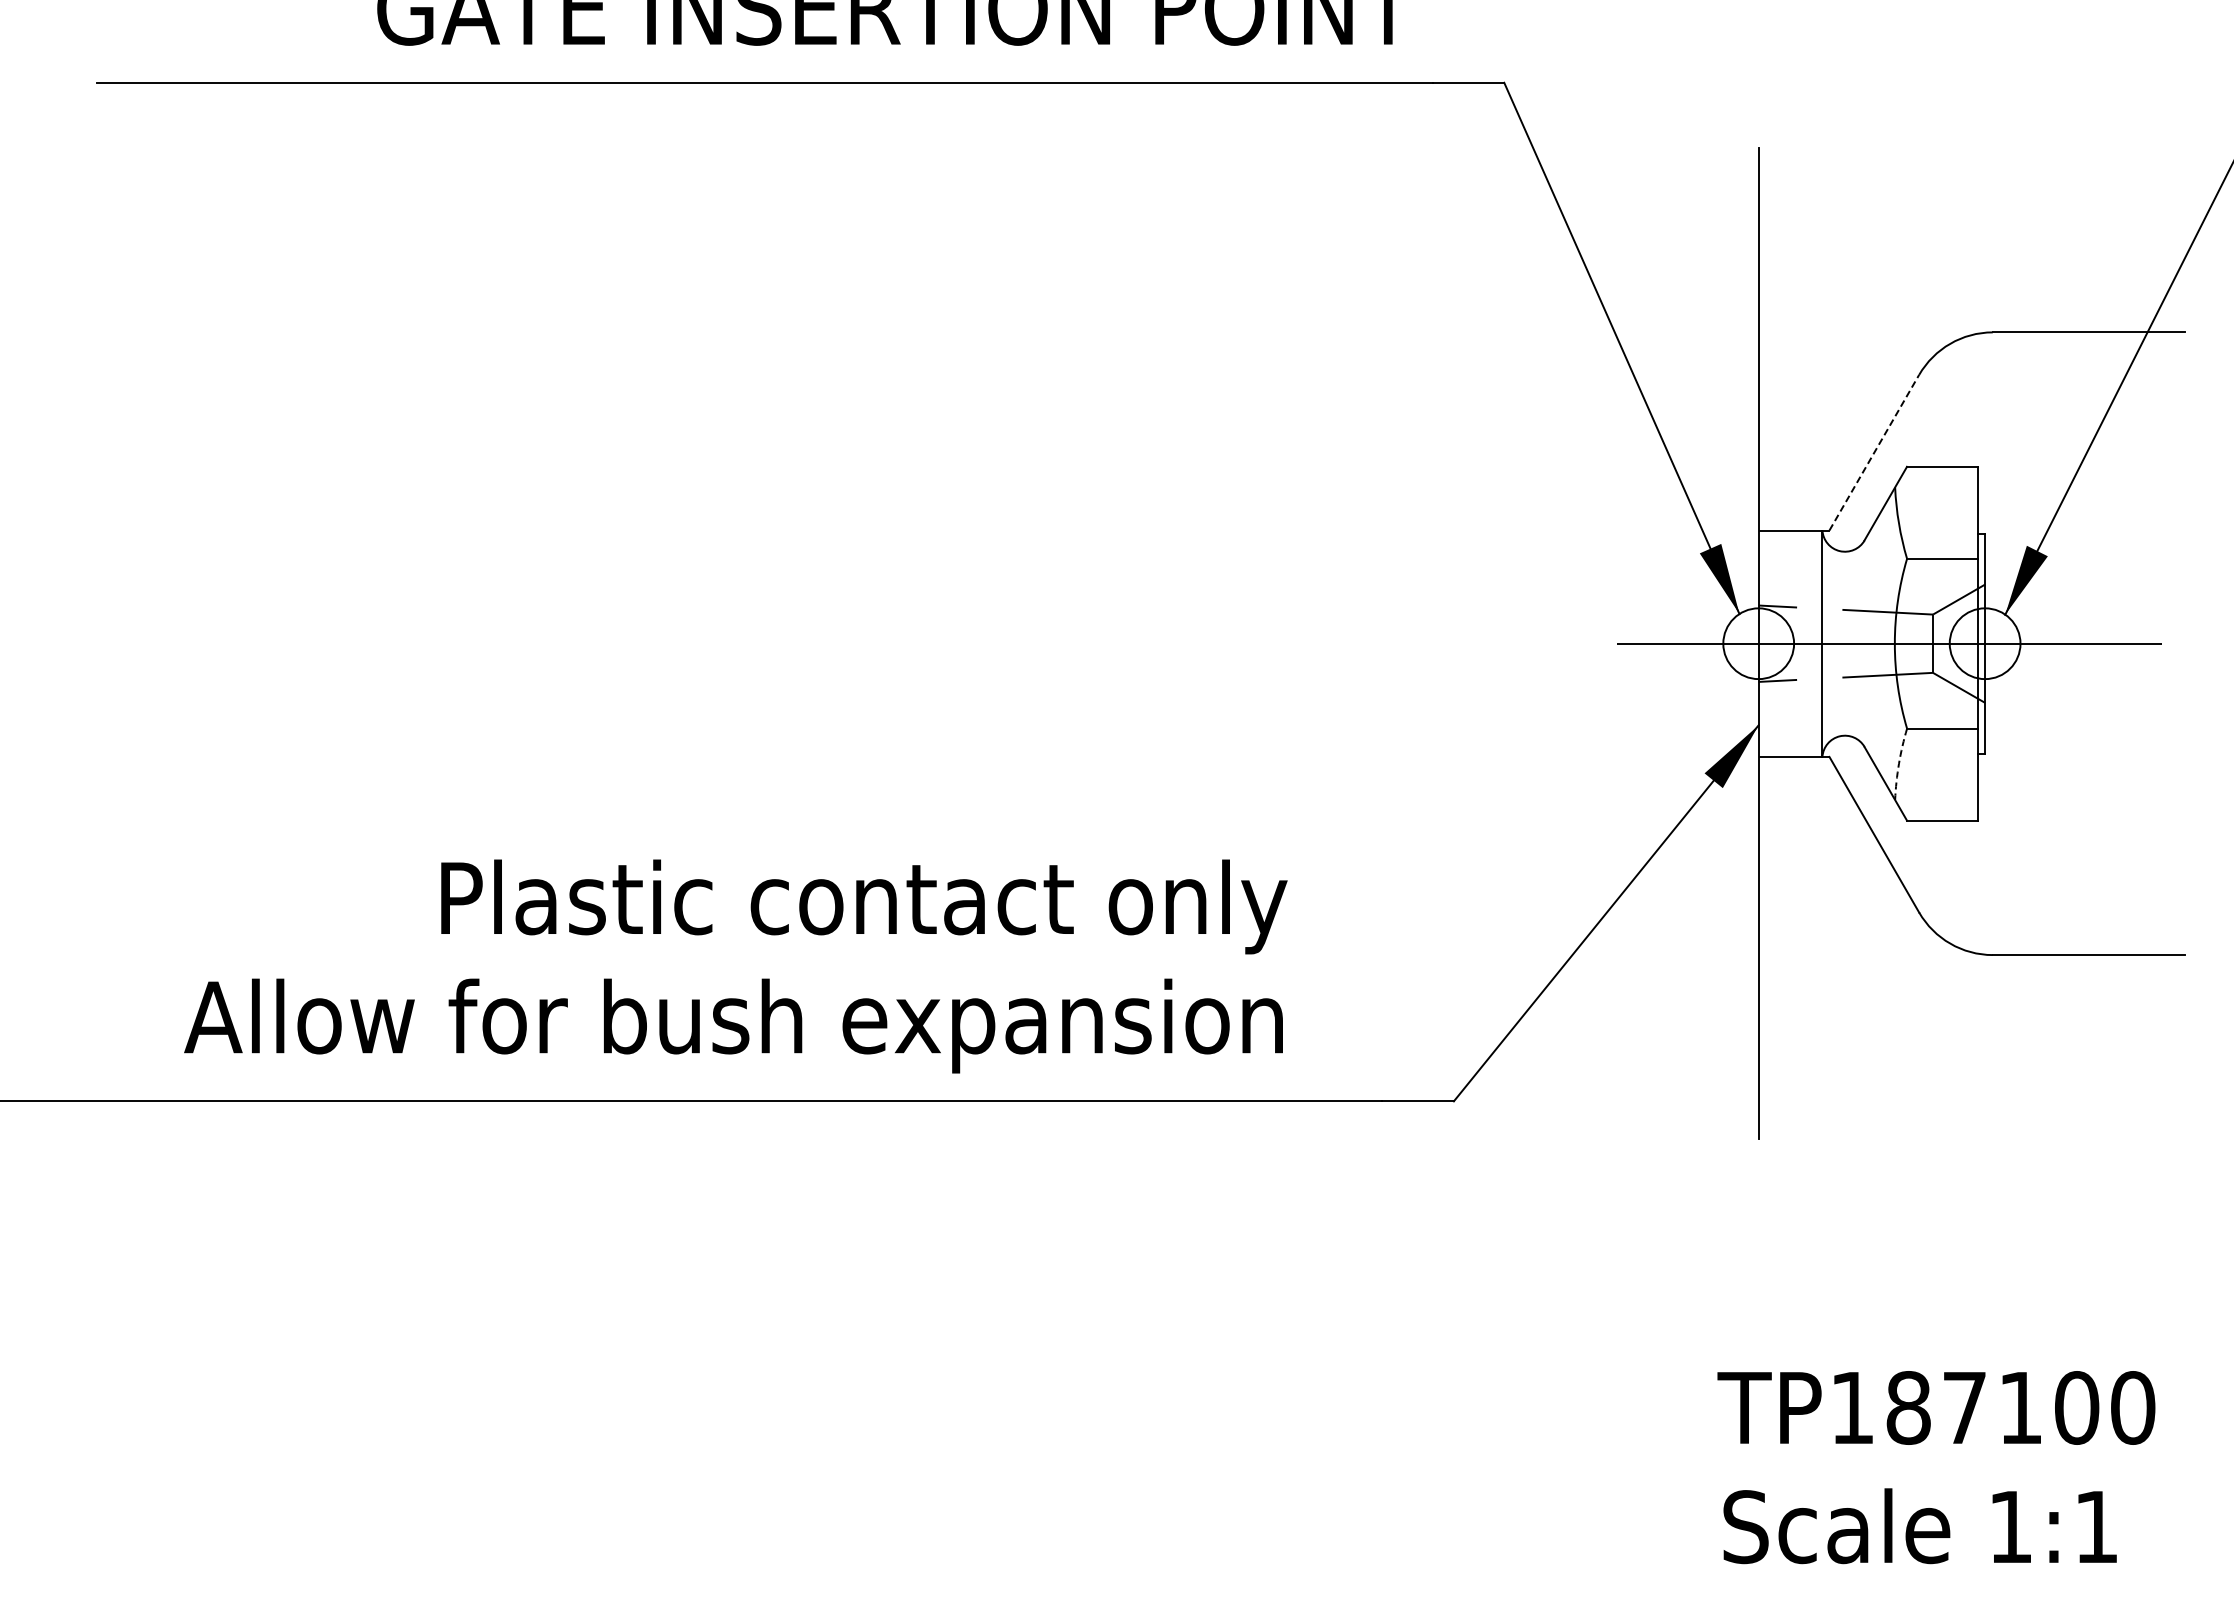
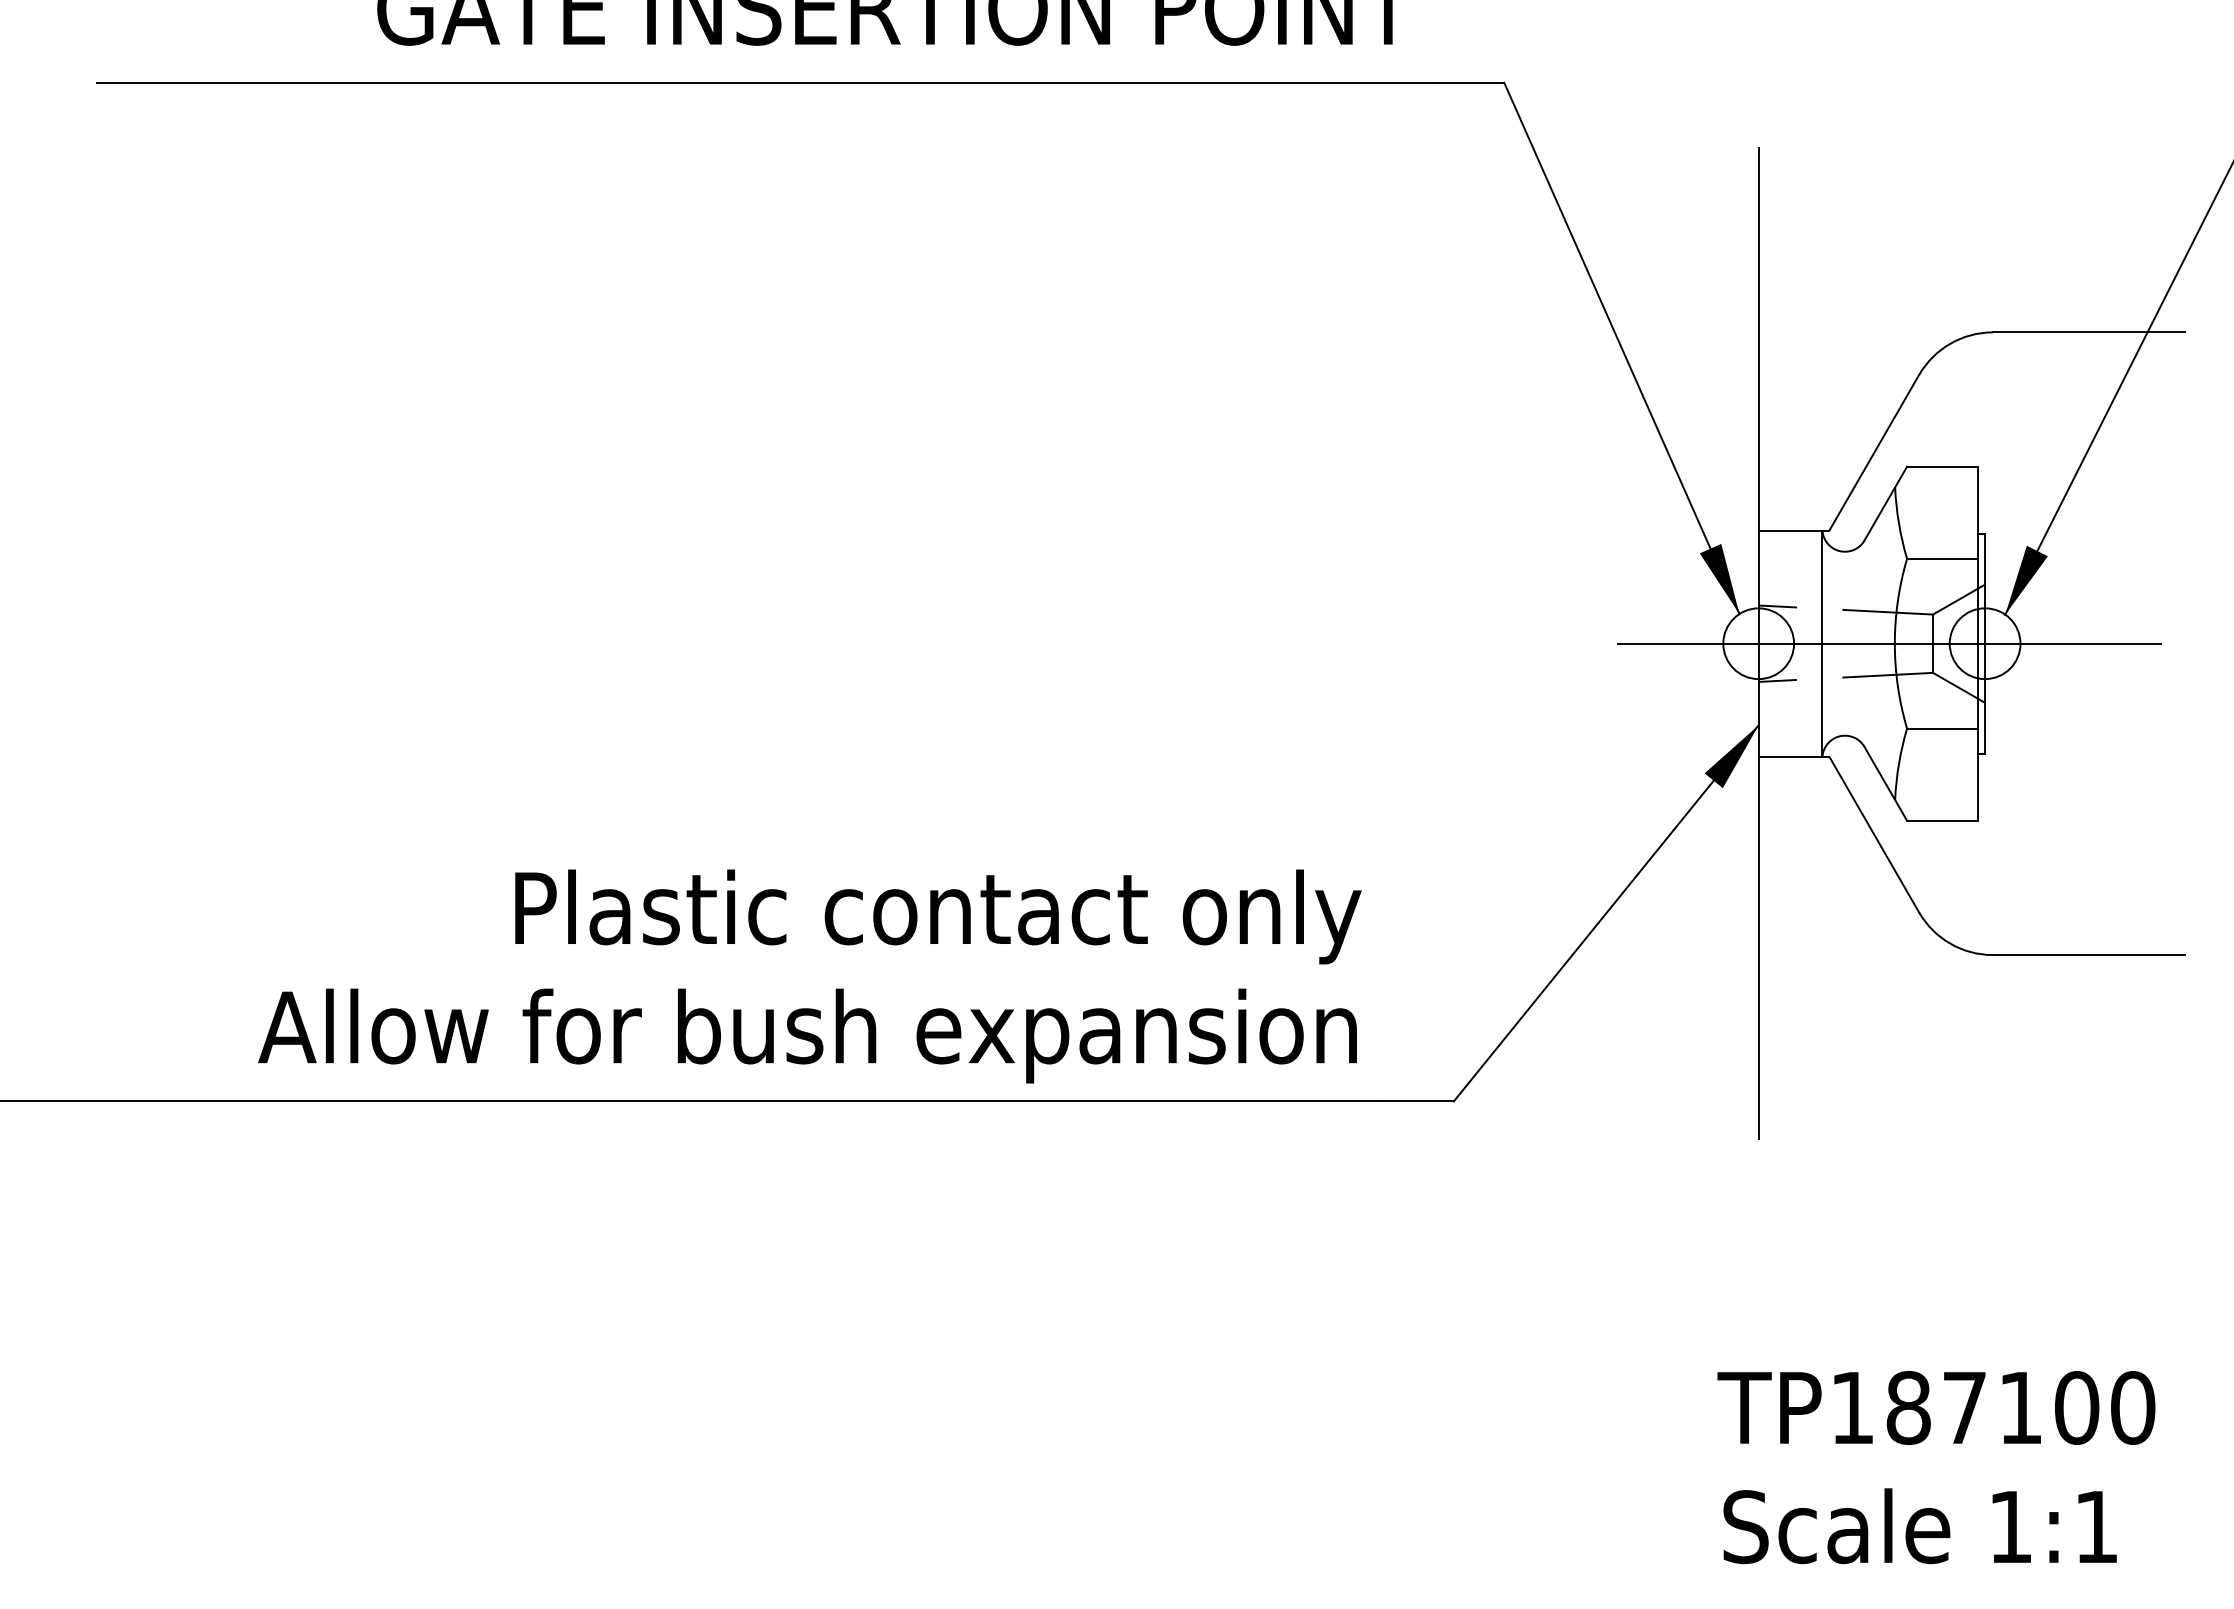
line at (1874, 452): dashed -> solid
arc at (1898, 763): dashed -> solid
text at (735, 966) position: (735, 966) -> (809, 976)
